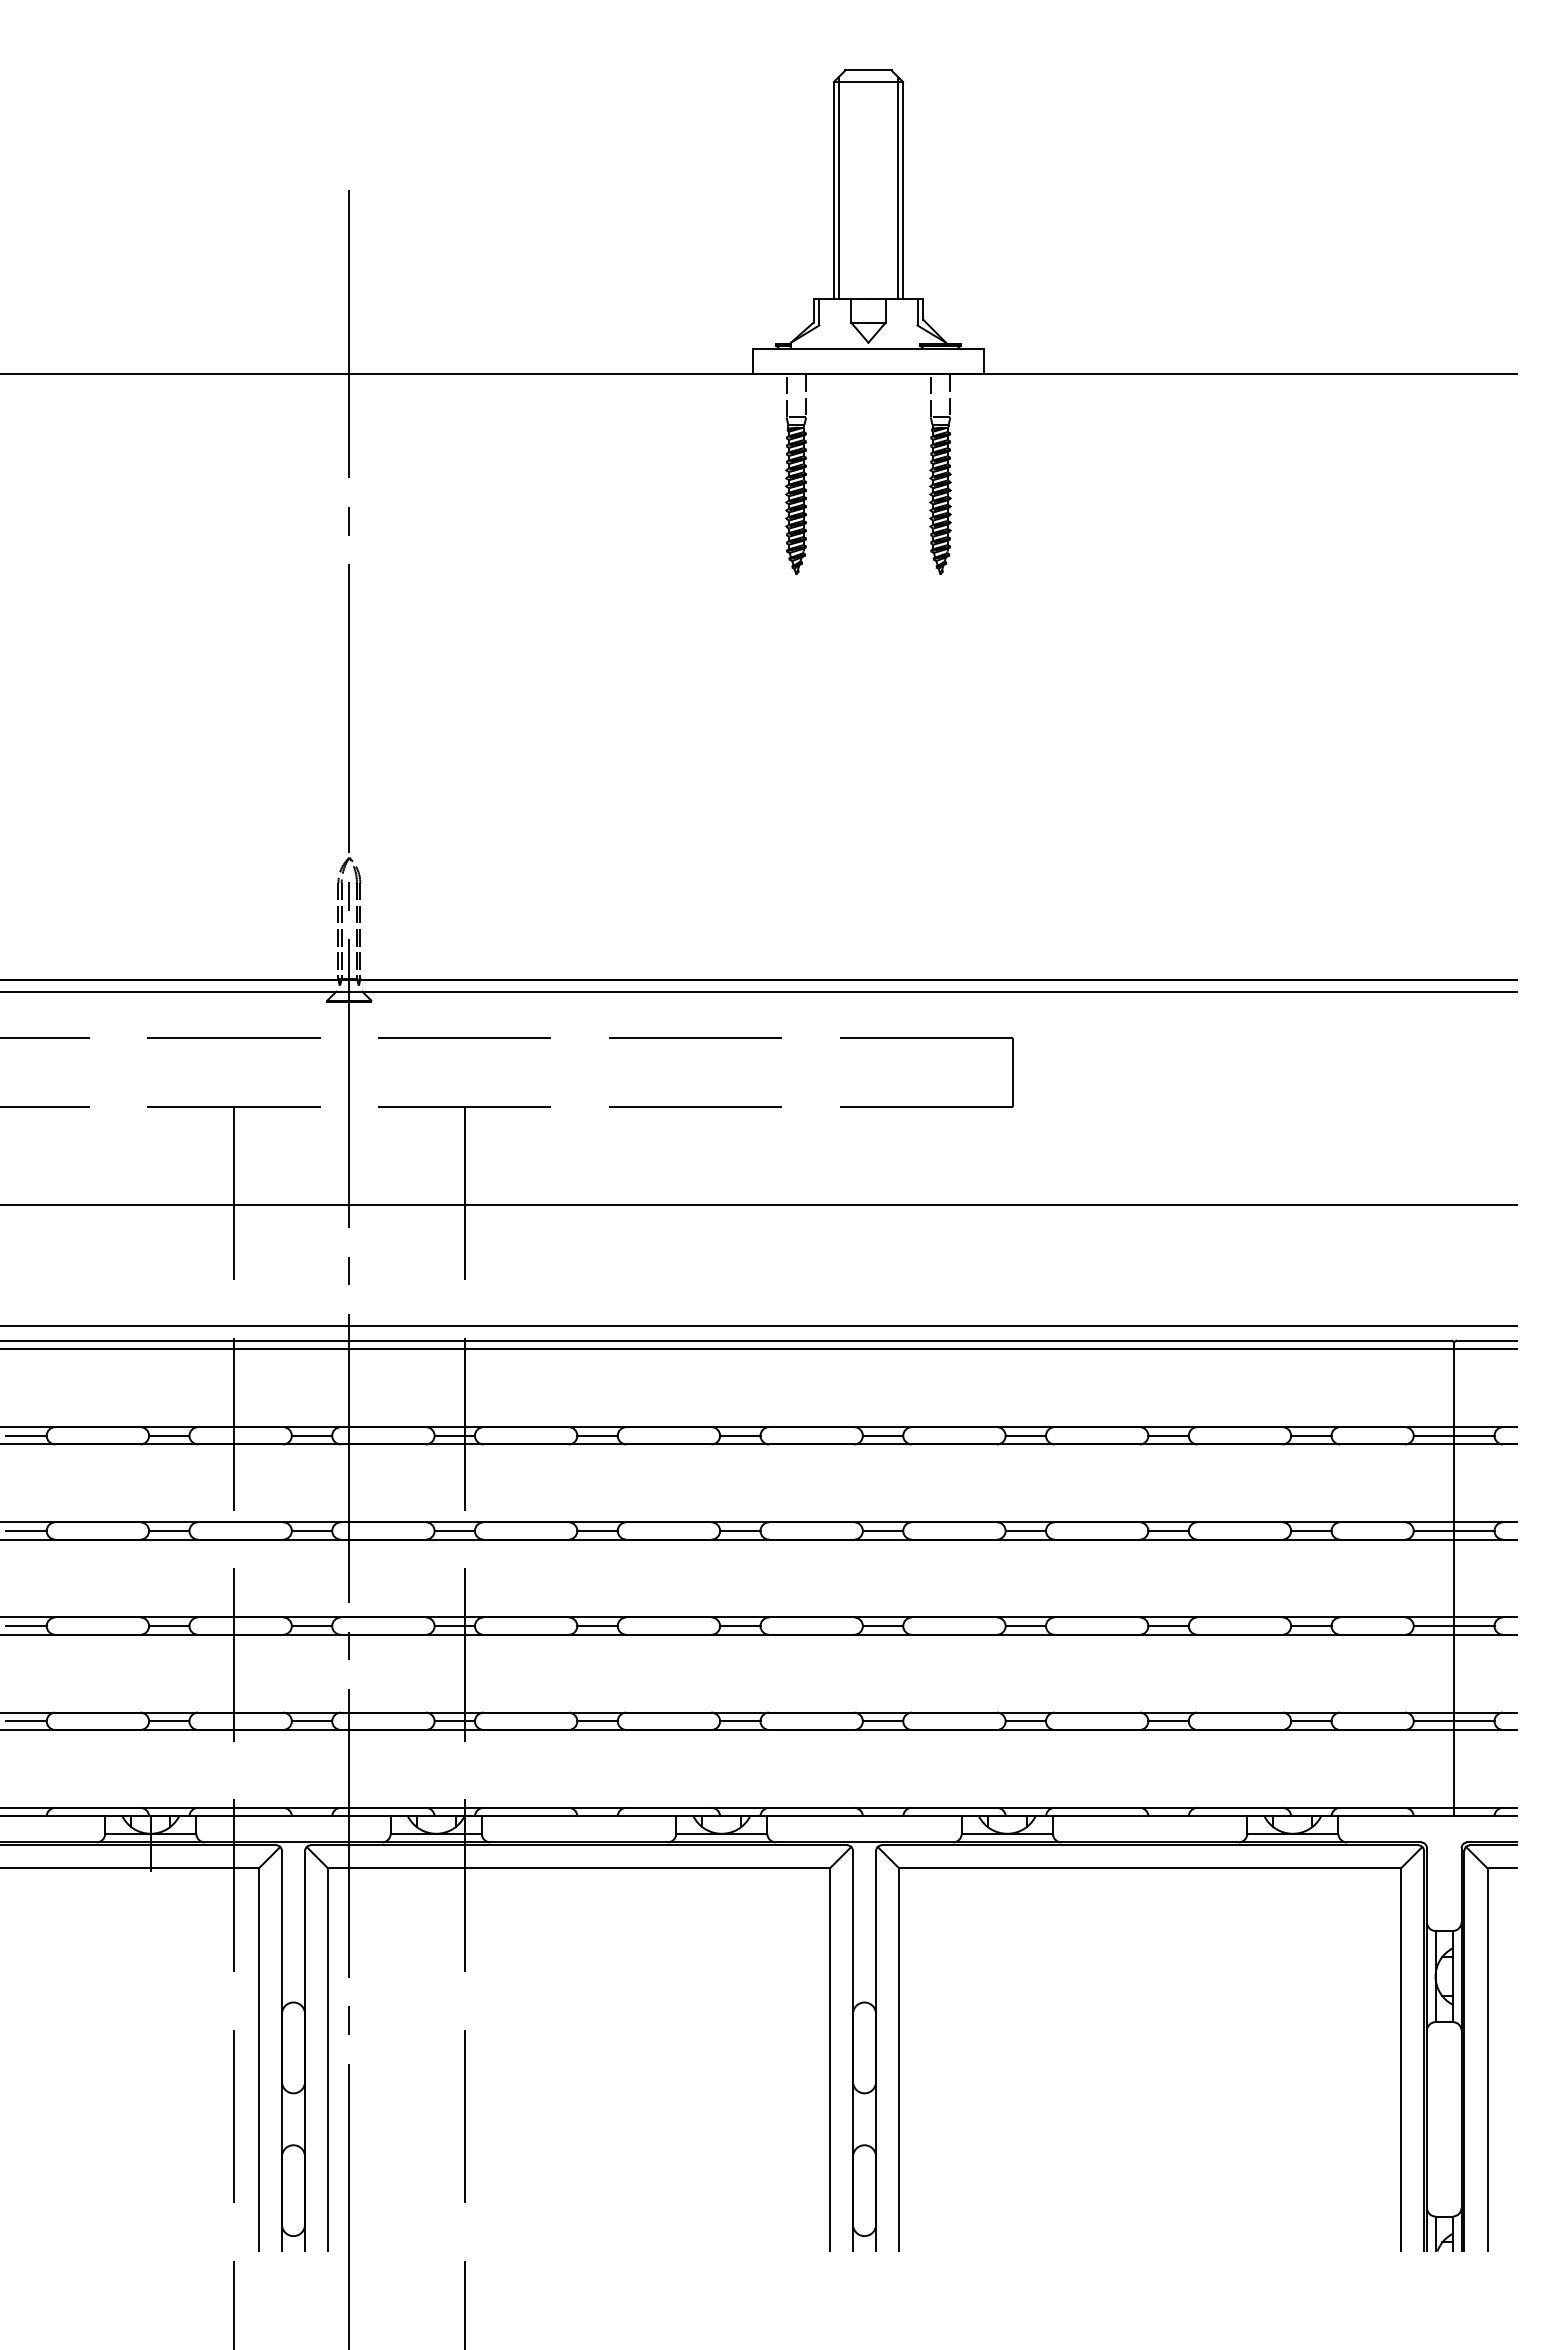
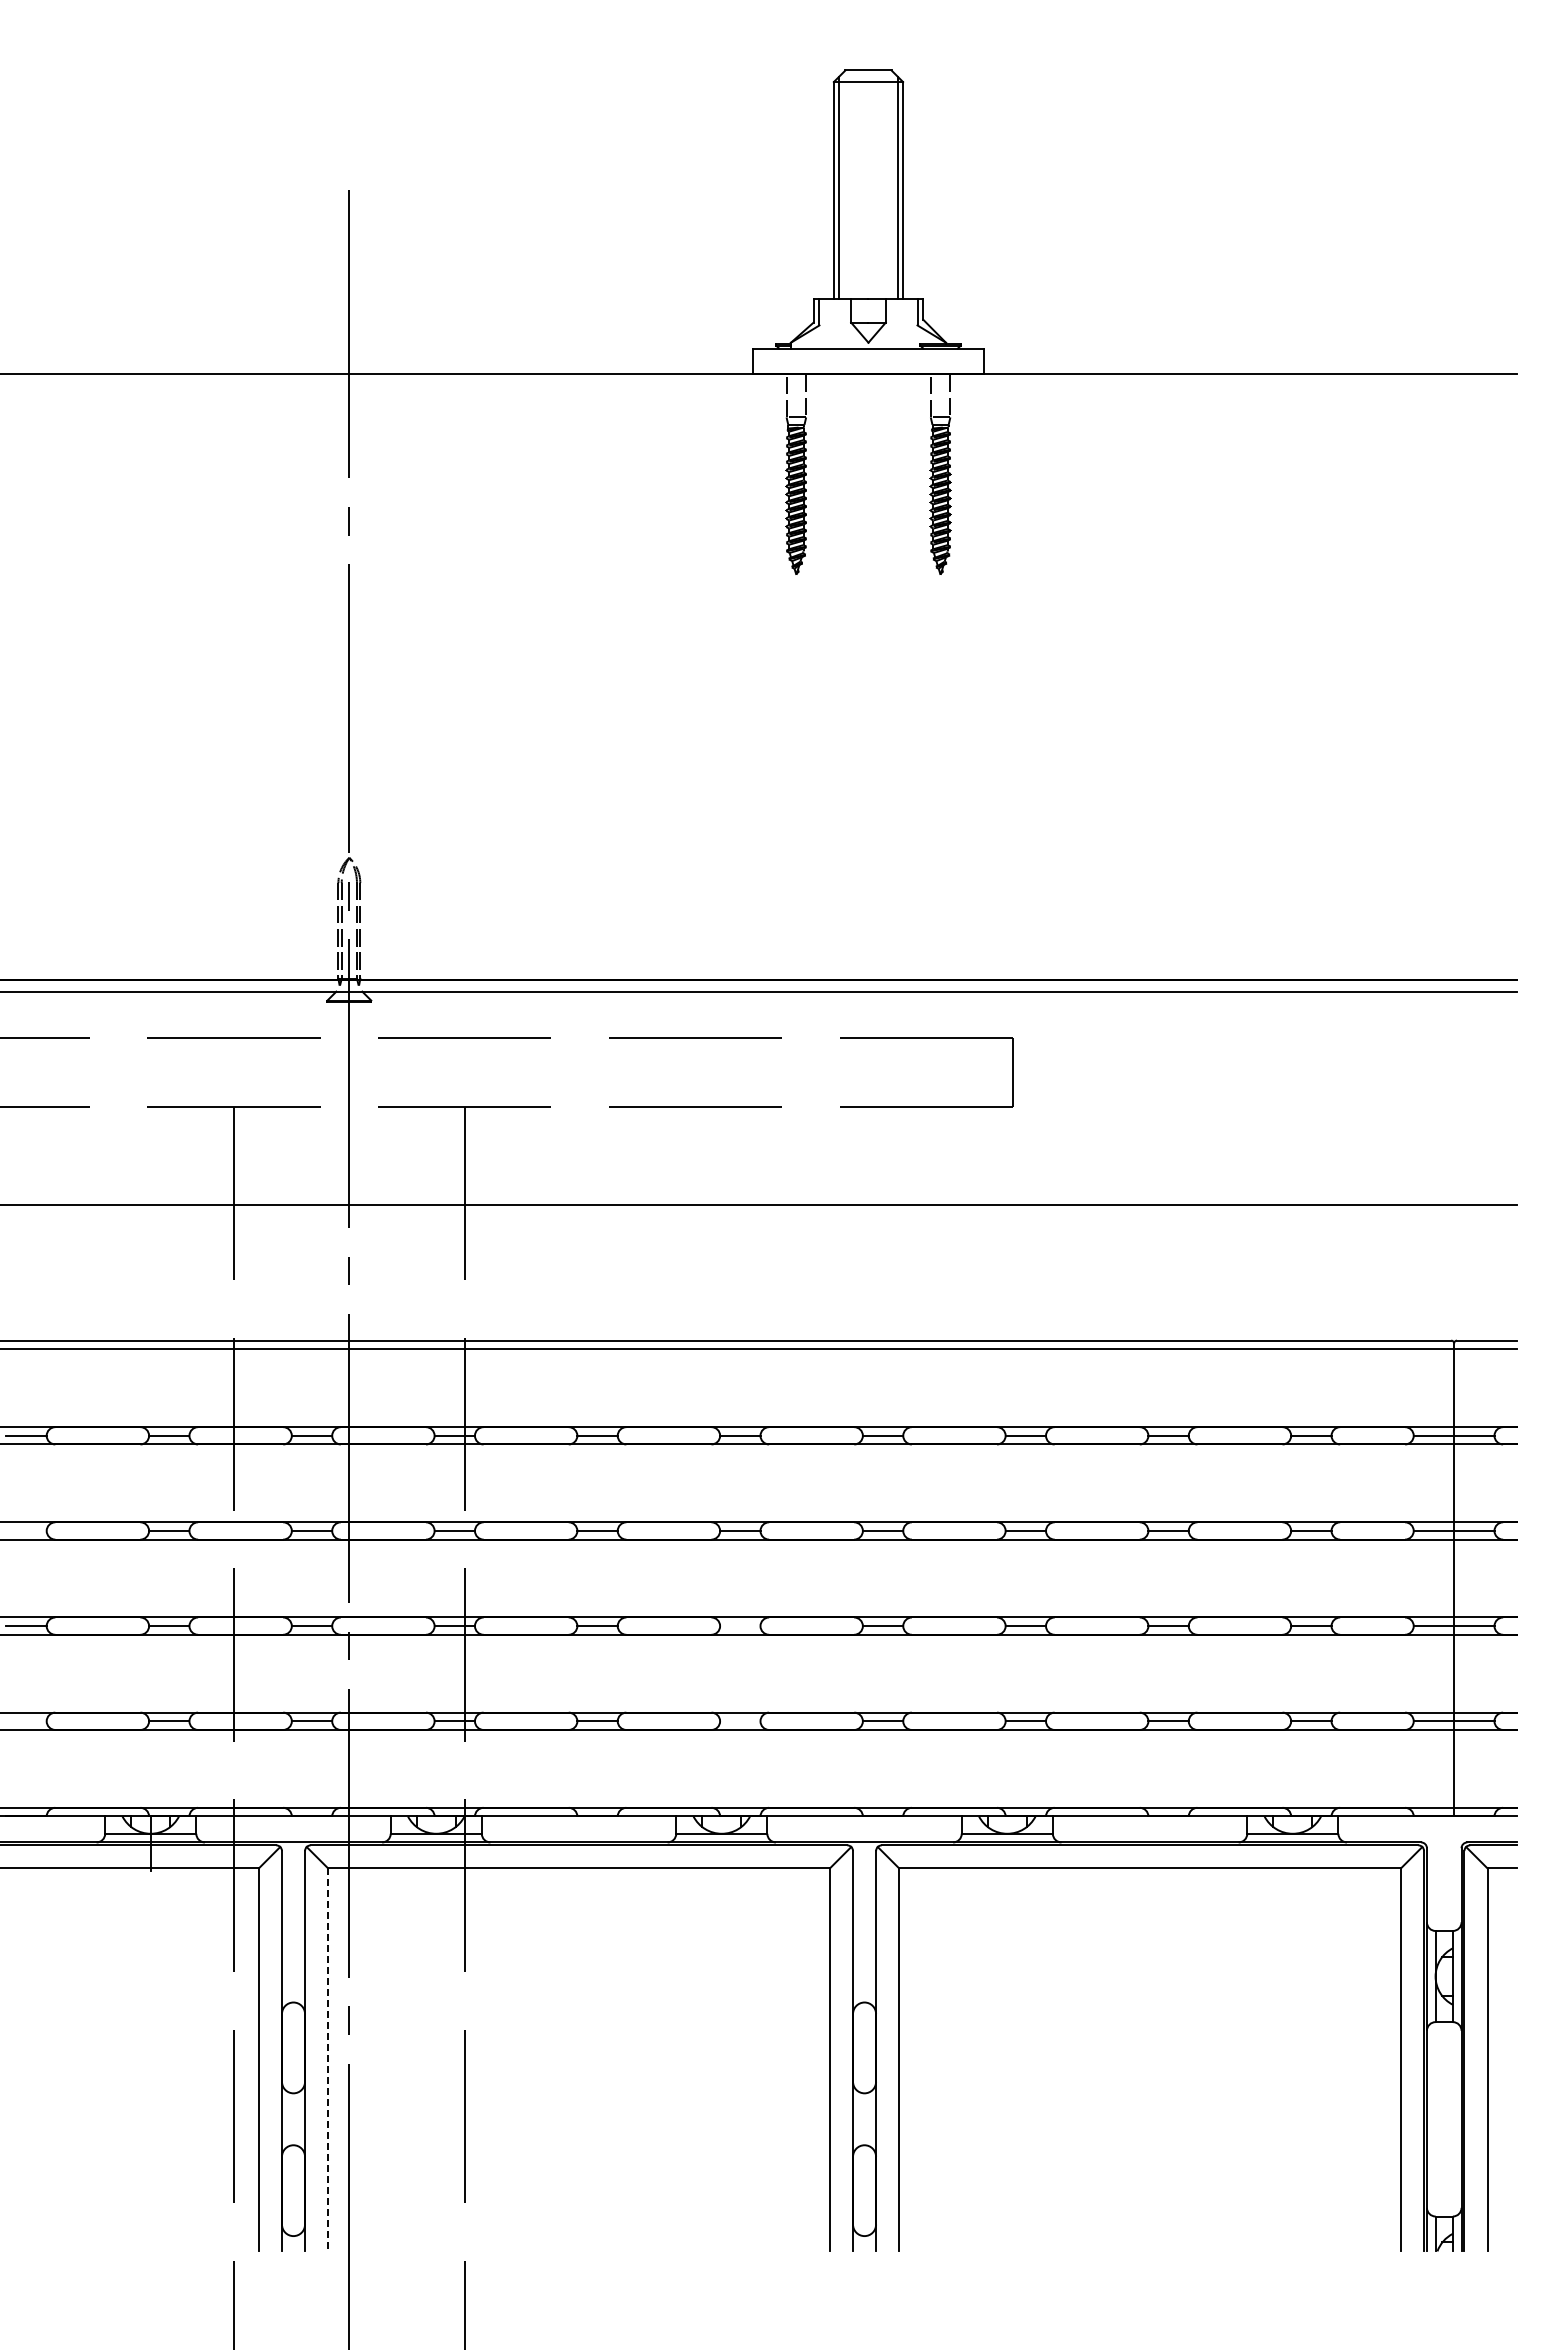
line at (759, 1326): present -> none
line at (26, 1530): present -> none
line at (740, 1626): present -> none
line at (26, 1721): present -> none
line at (740, 1721): present -> none
line at (328, 2060): solid -> dashed
